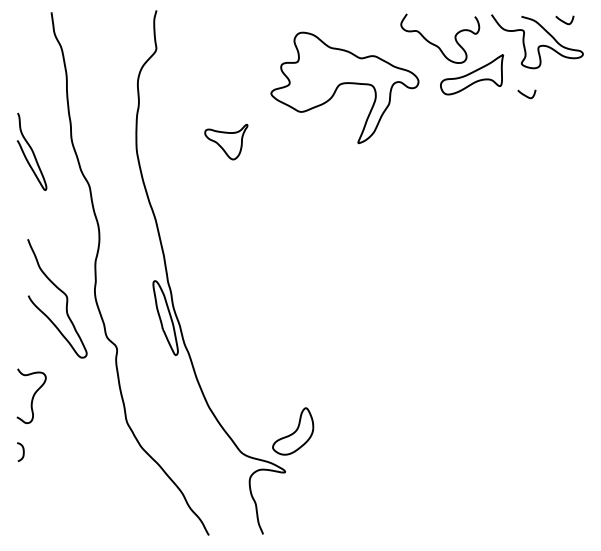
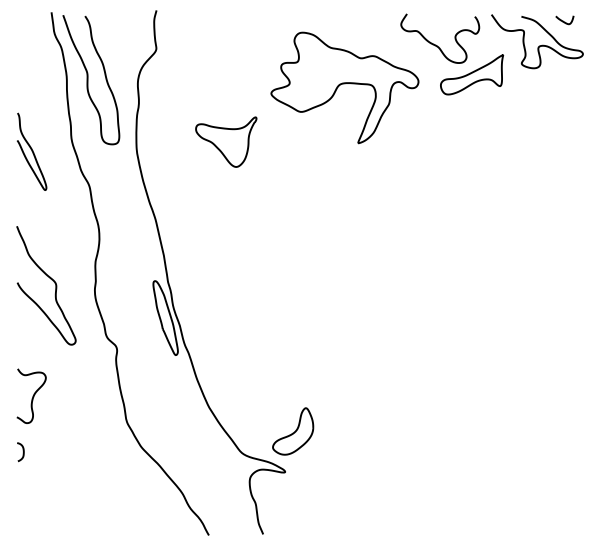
curve at (88, 80): none -> present
curve at (525, 94): present -> none
part at (226, 141) size: 45x38 px -> 63x52 px
curve at (62, 293) position: (62, 293) -> (51, 280)
